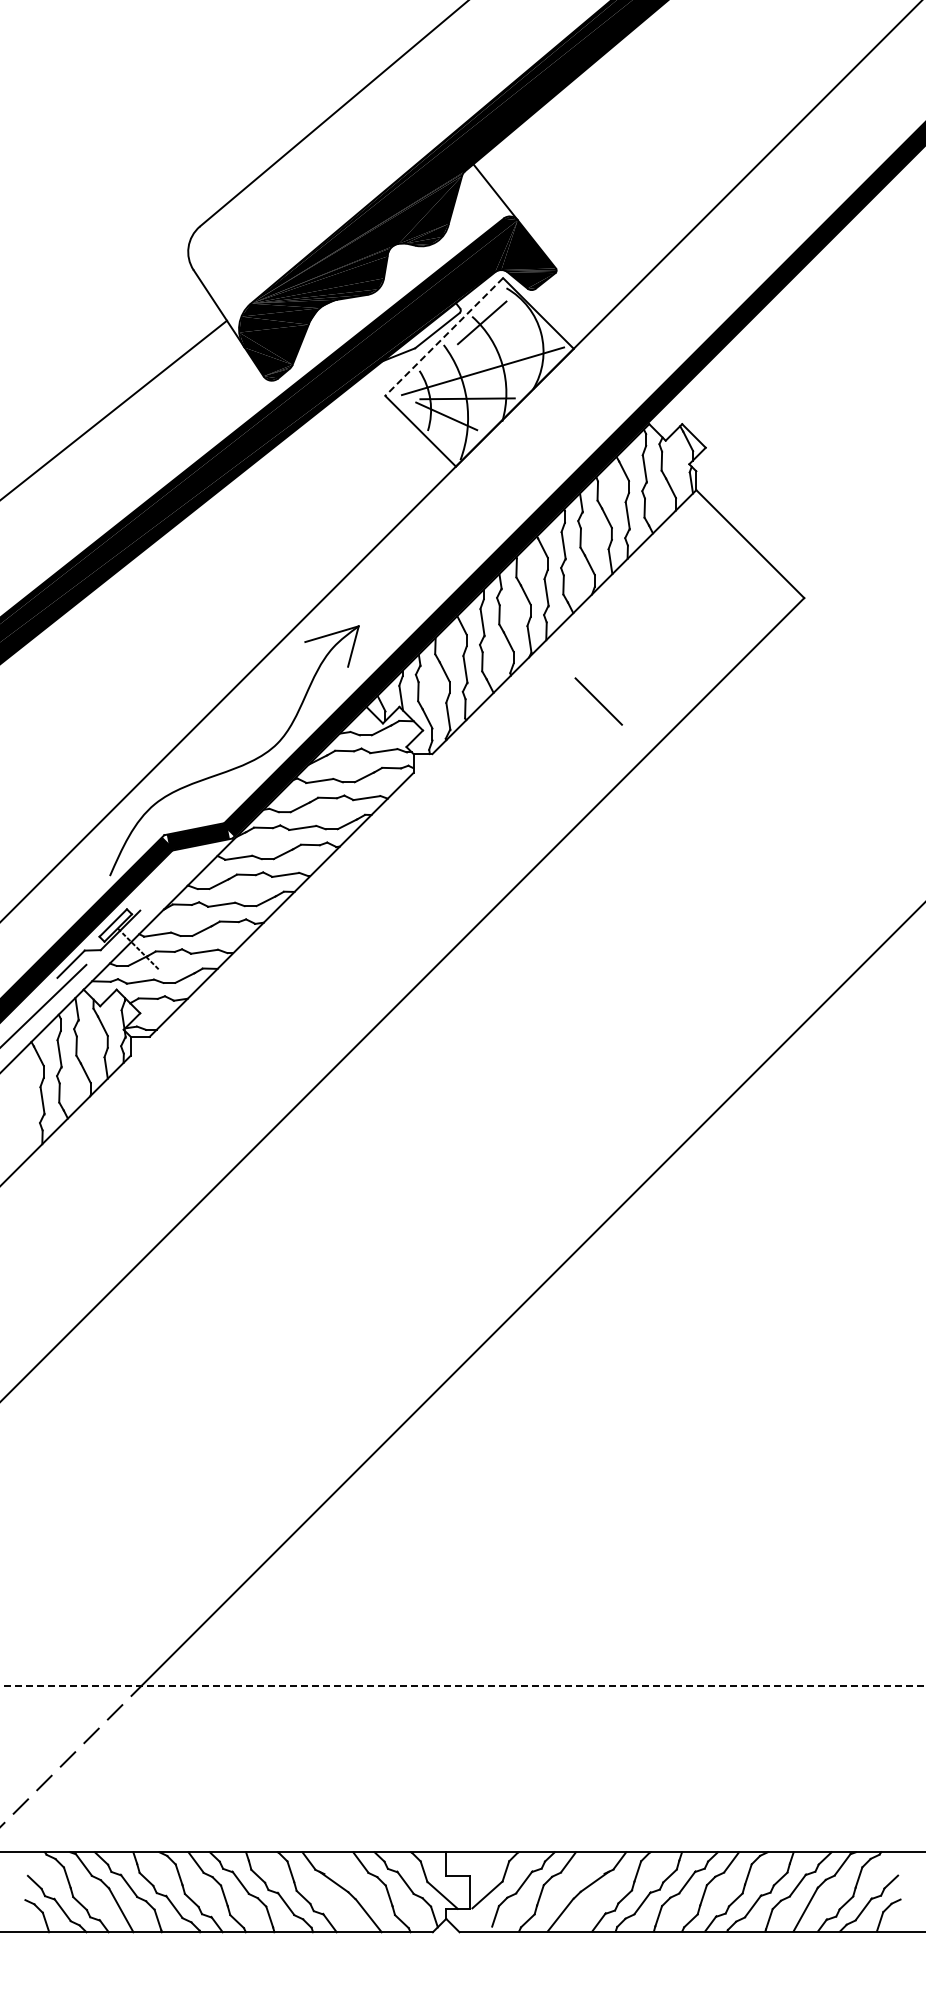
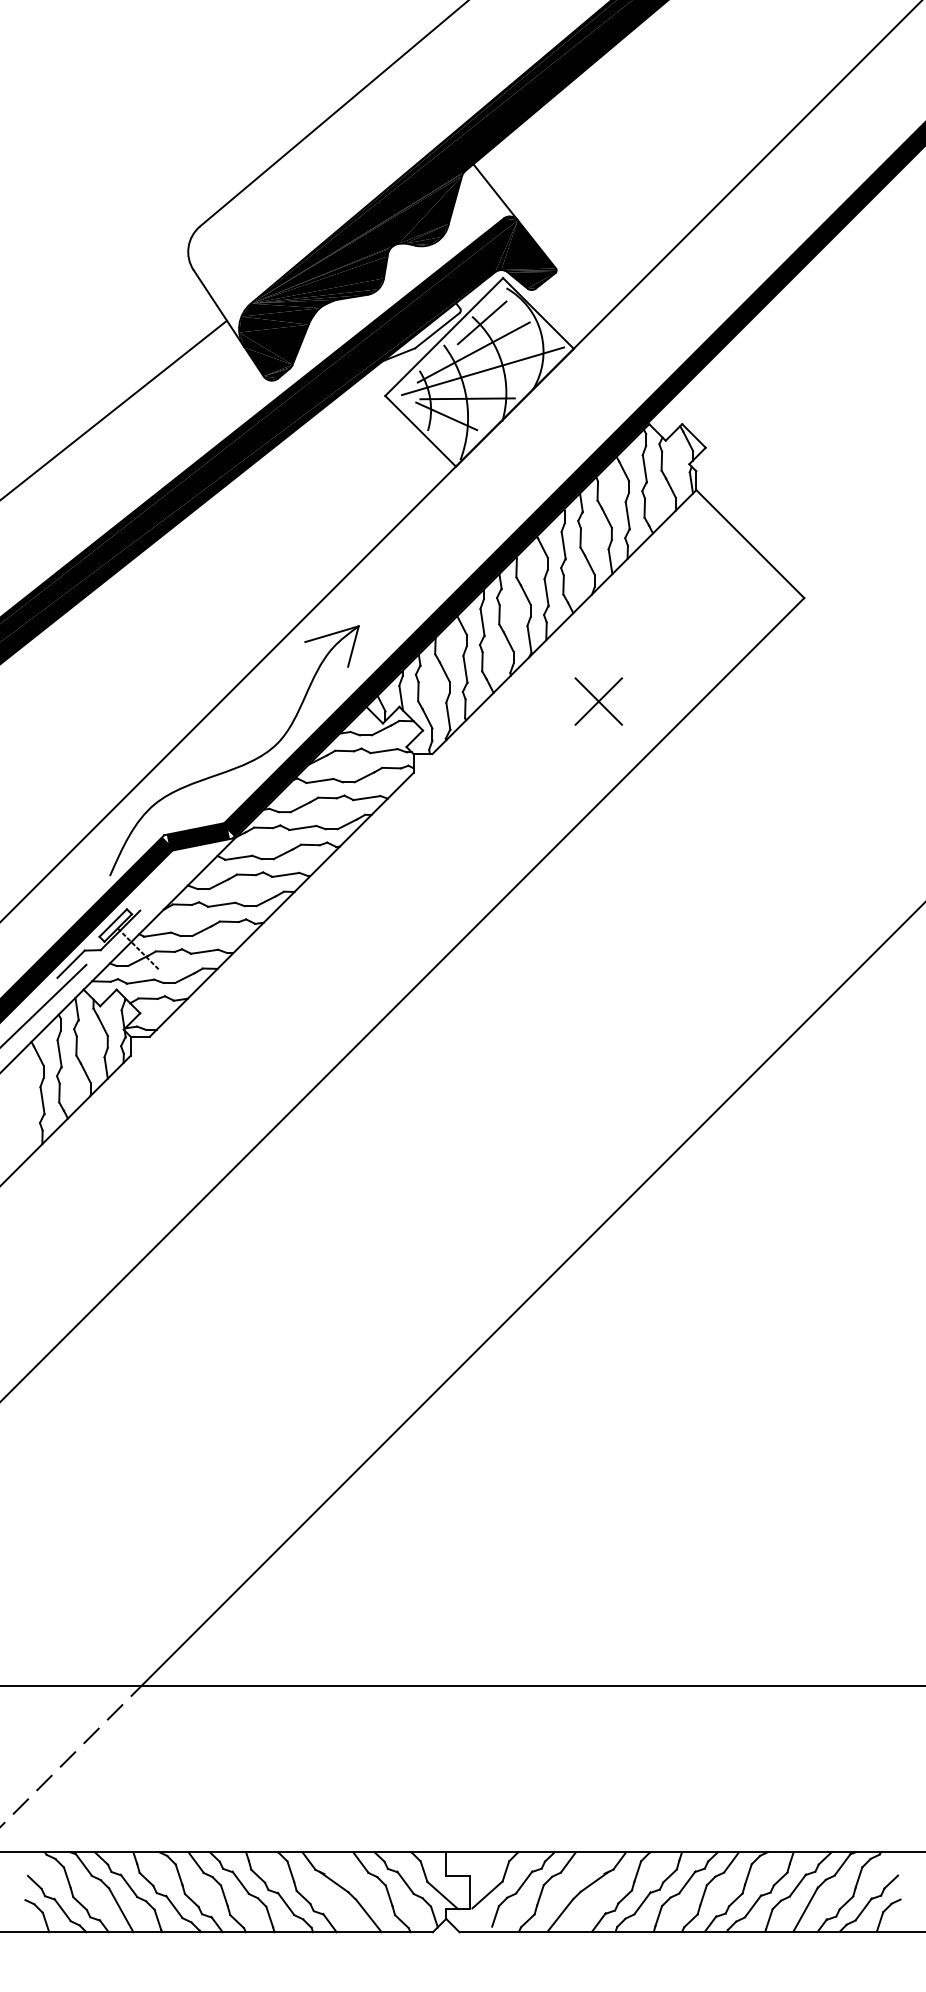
line at (443, 337): dashed -> solid
line at (473, 352): none -> present
line at (598, 701): none -> present
line at (463, 1685): dashed -> solid
